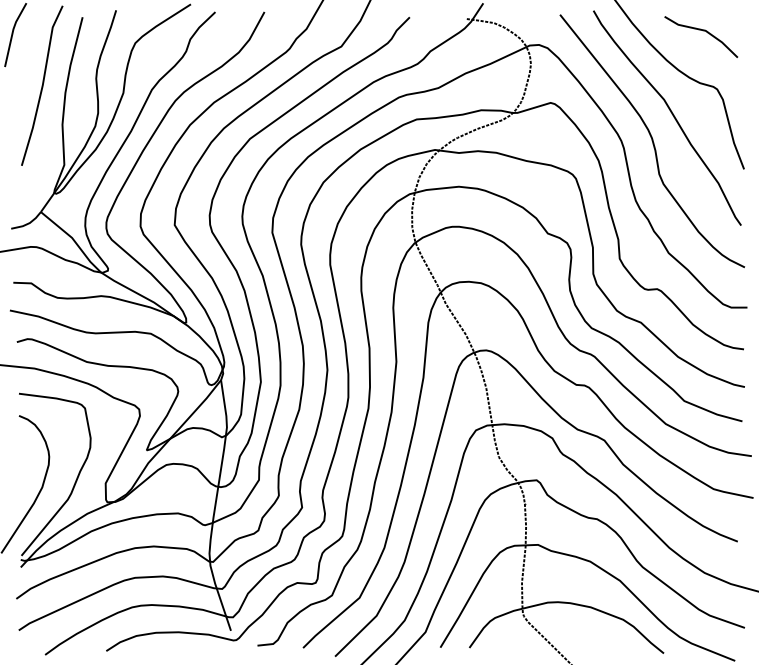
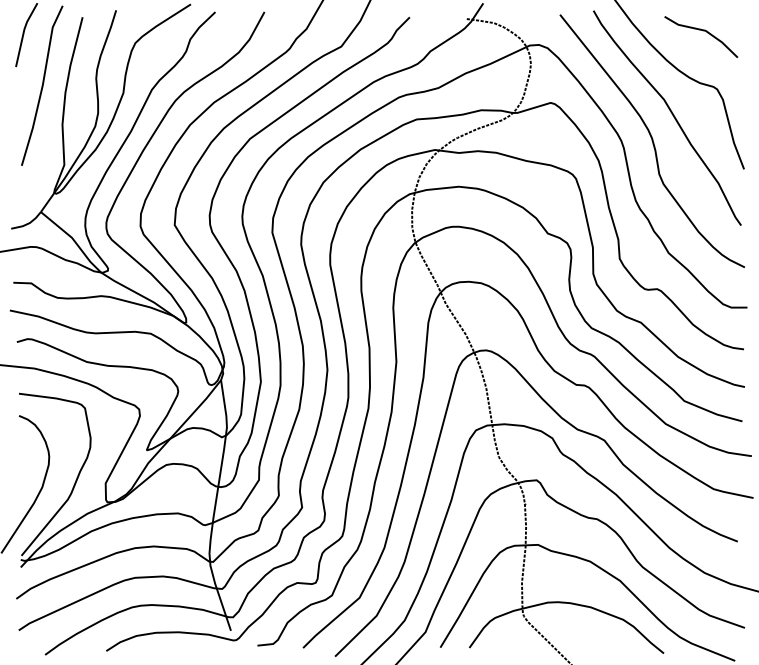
line at (13, 34) position: (13, 34) -> (24, 34)
